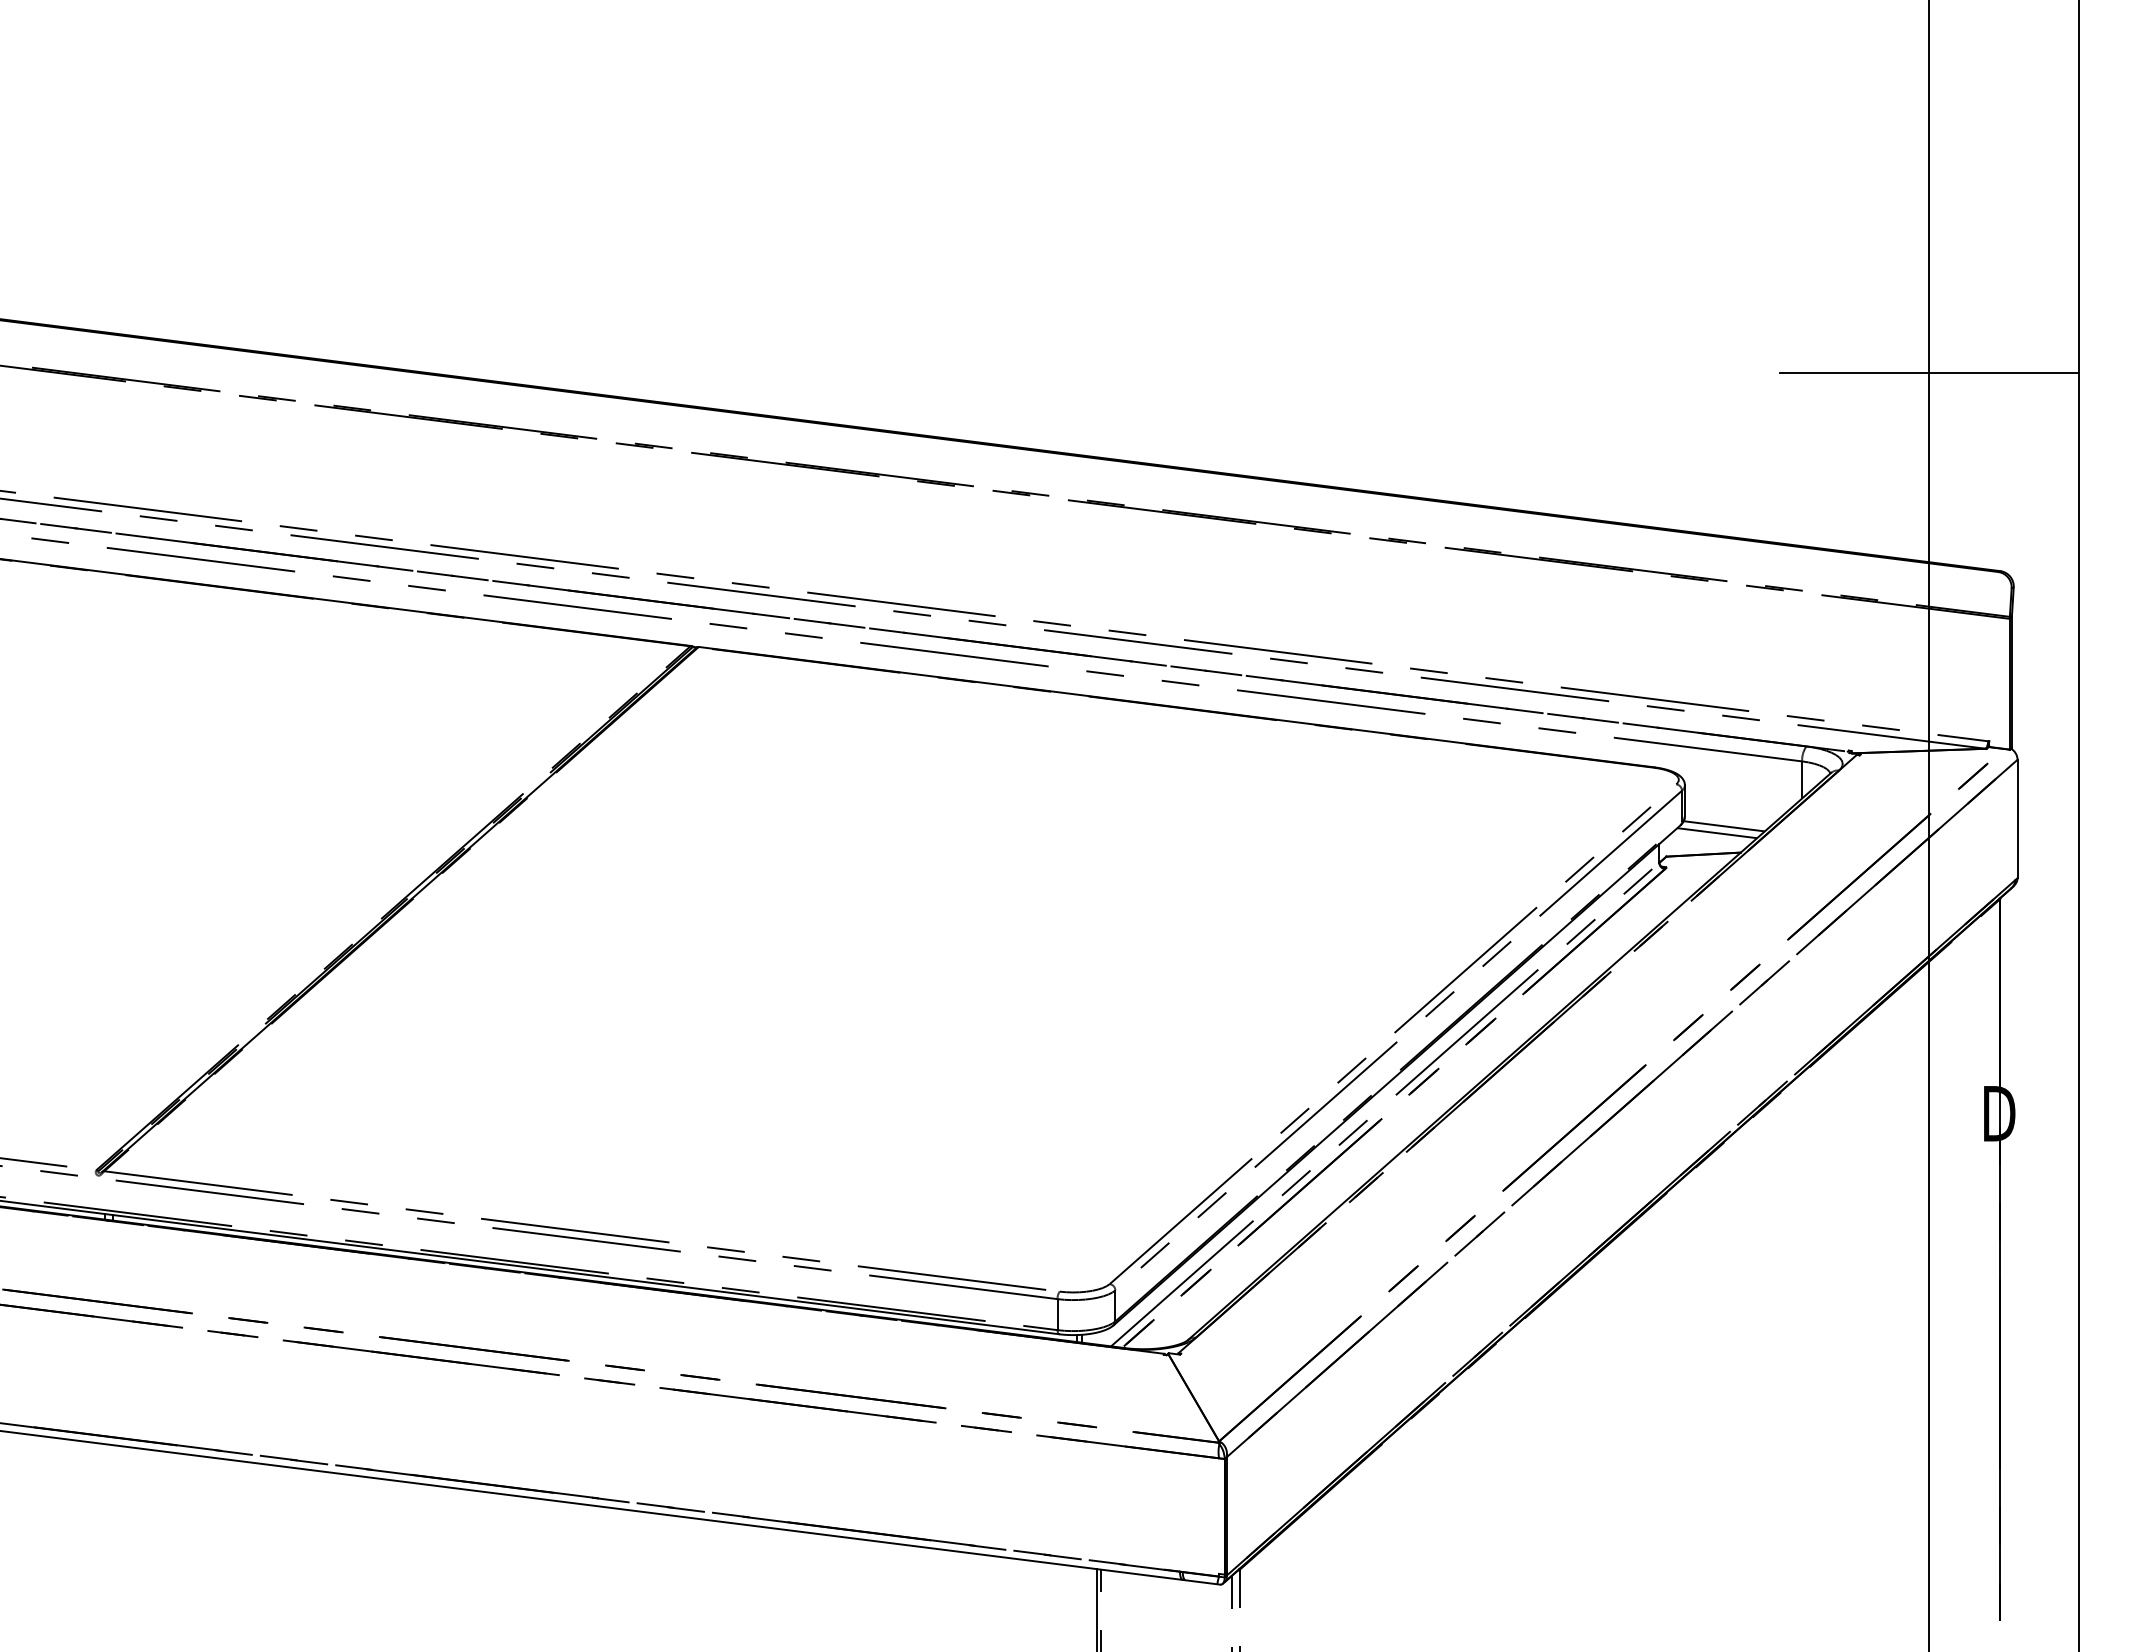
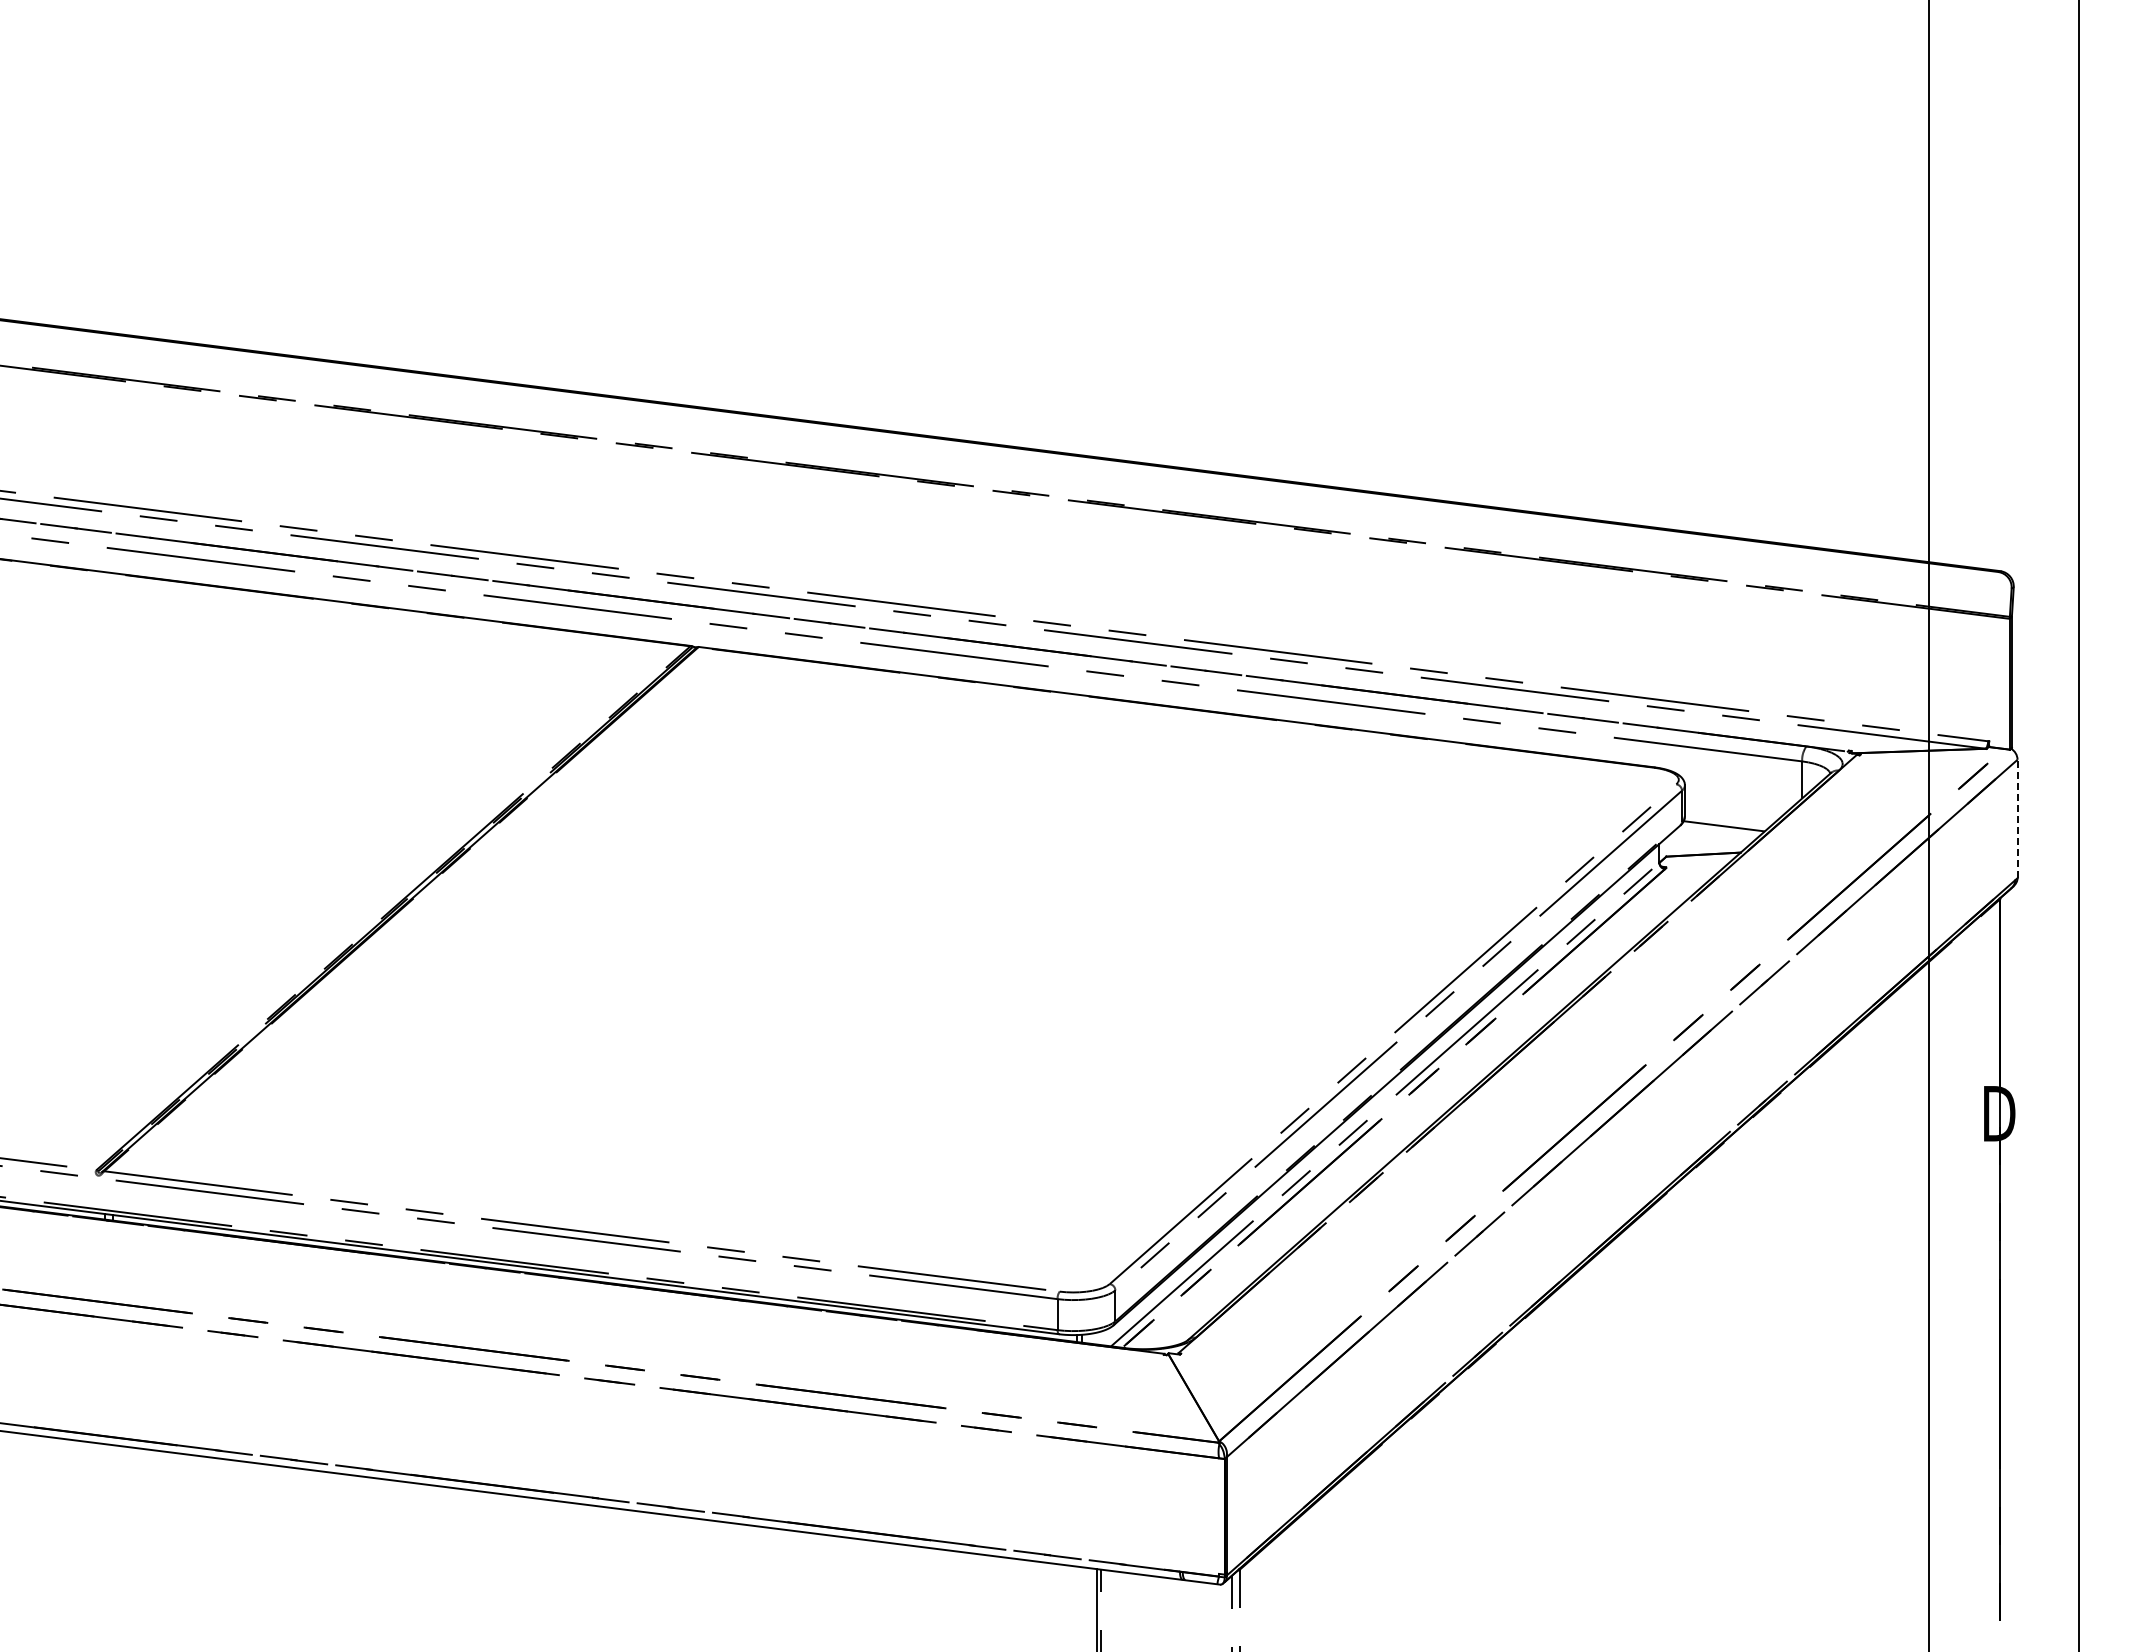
line at (1928, 373): present -> none
line at (2017, 818): solid -> dashed
line at (1717, 833): present -> none
